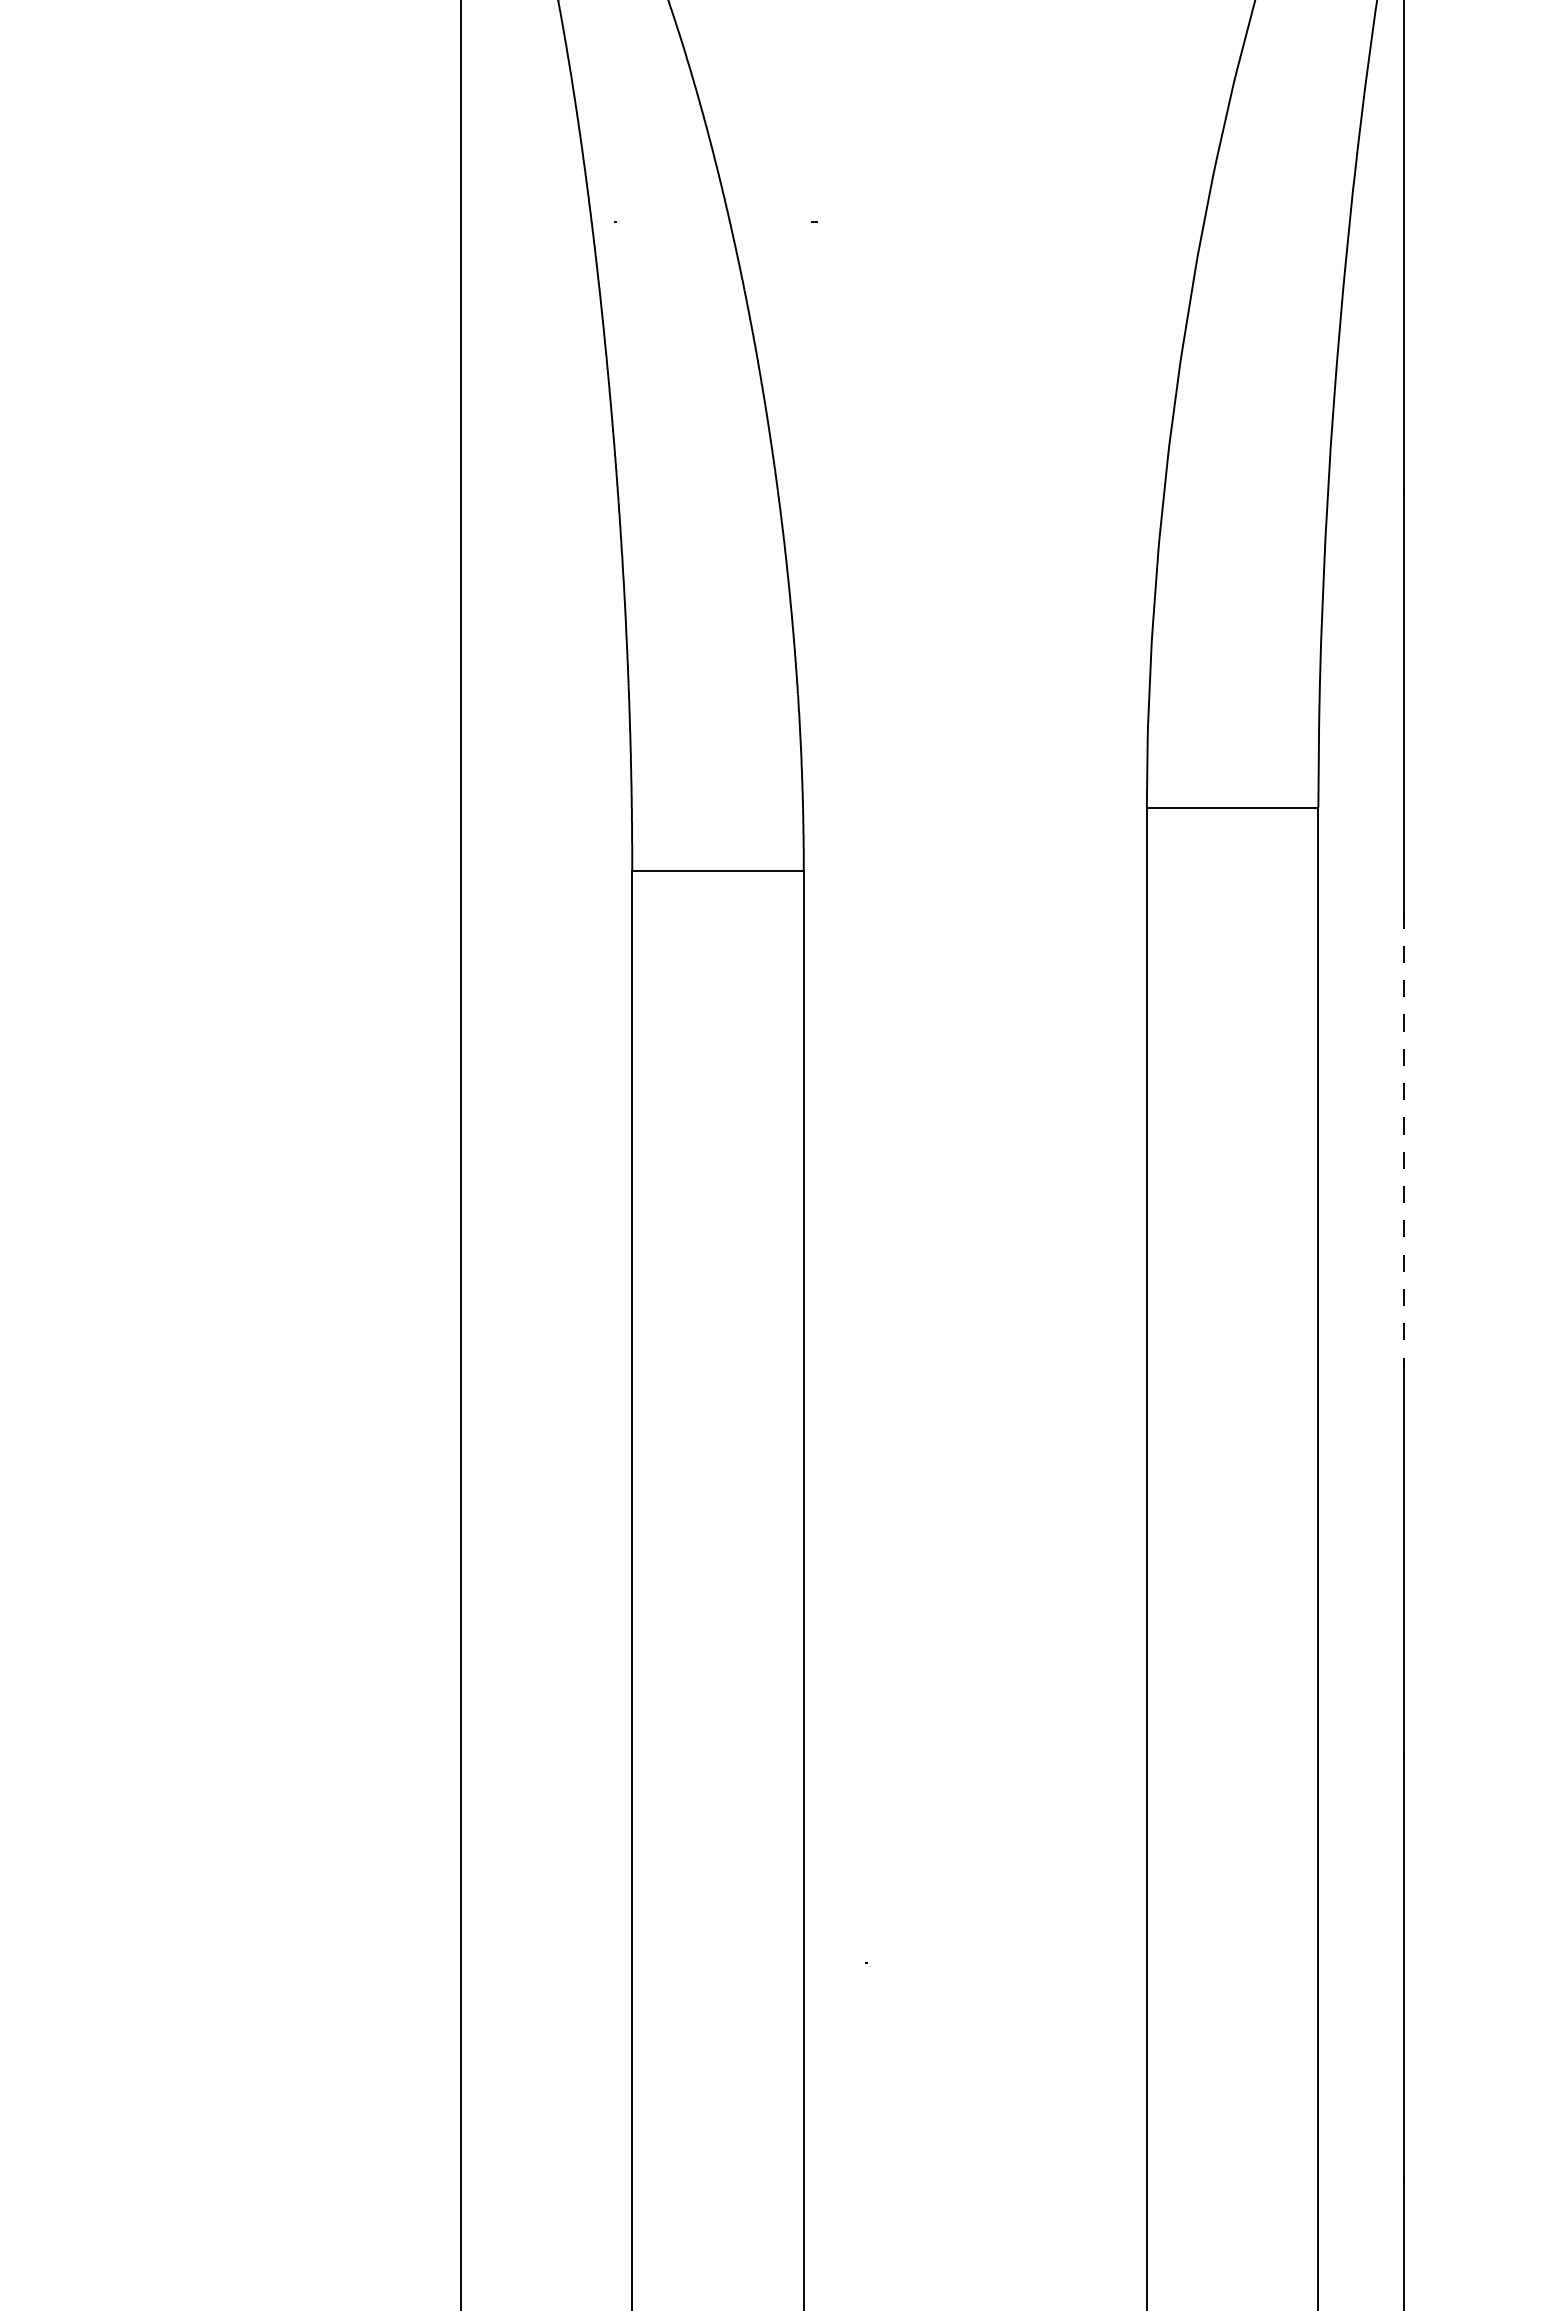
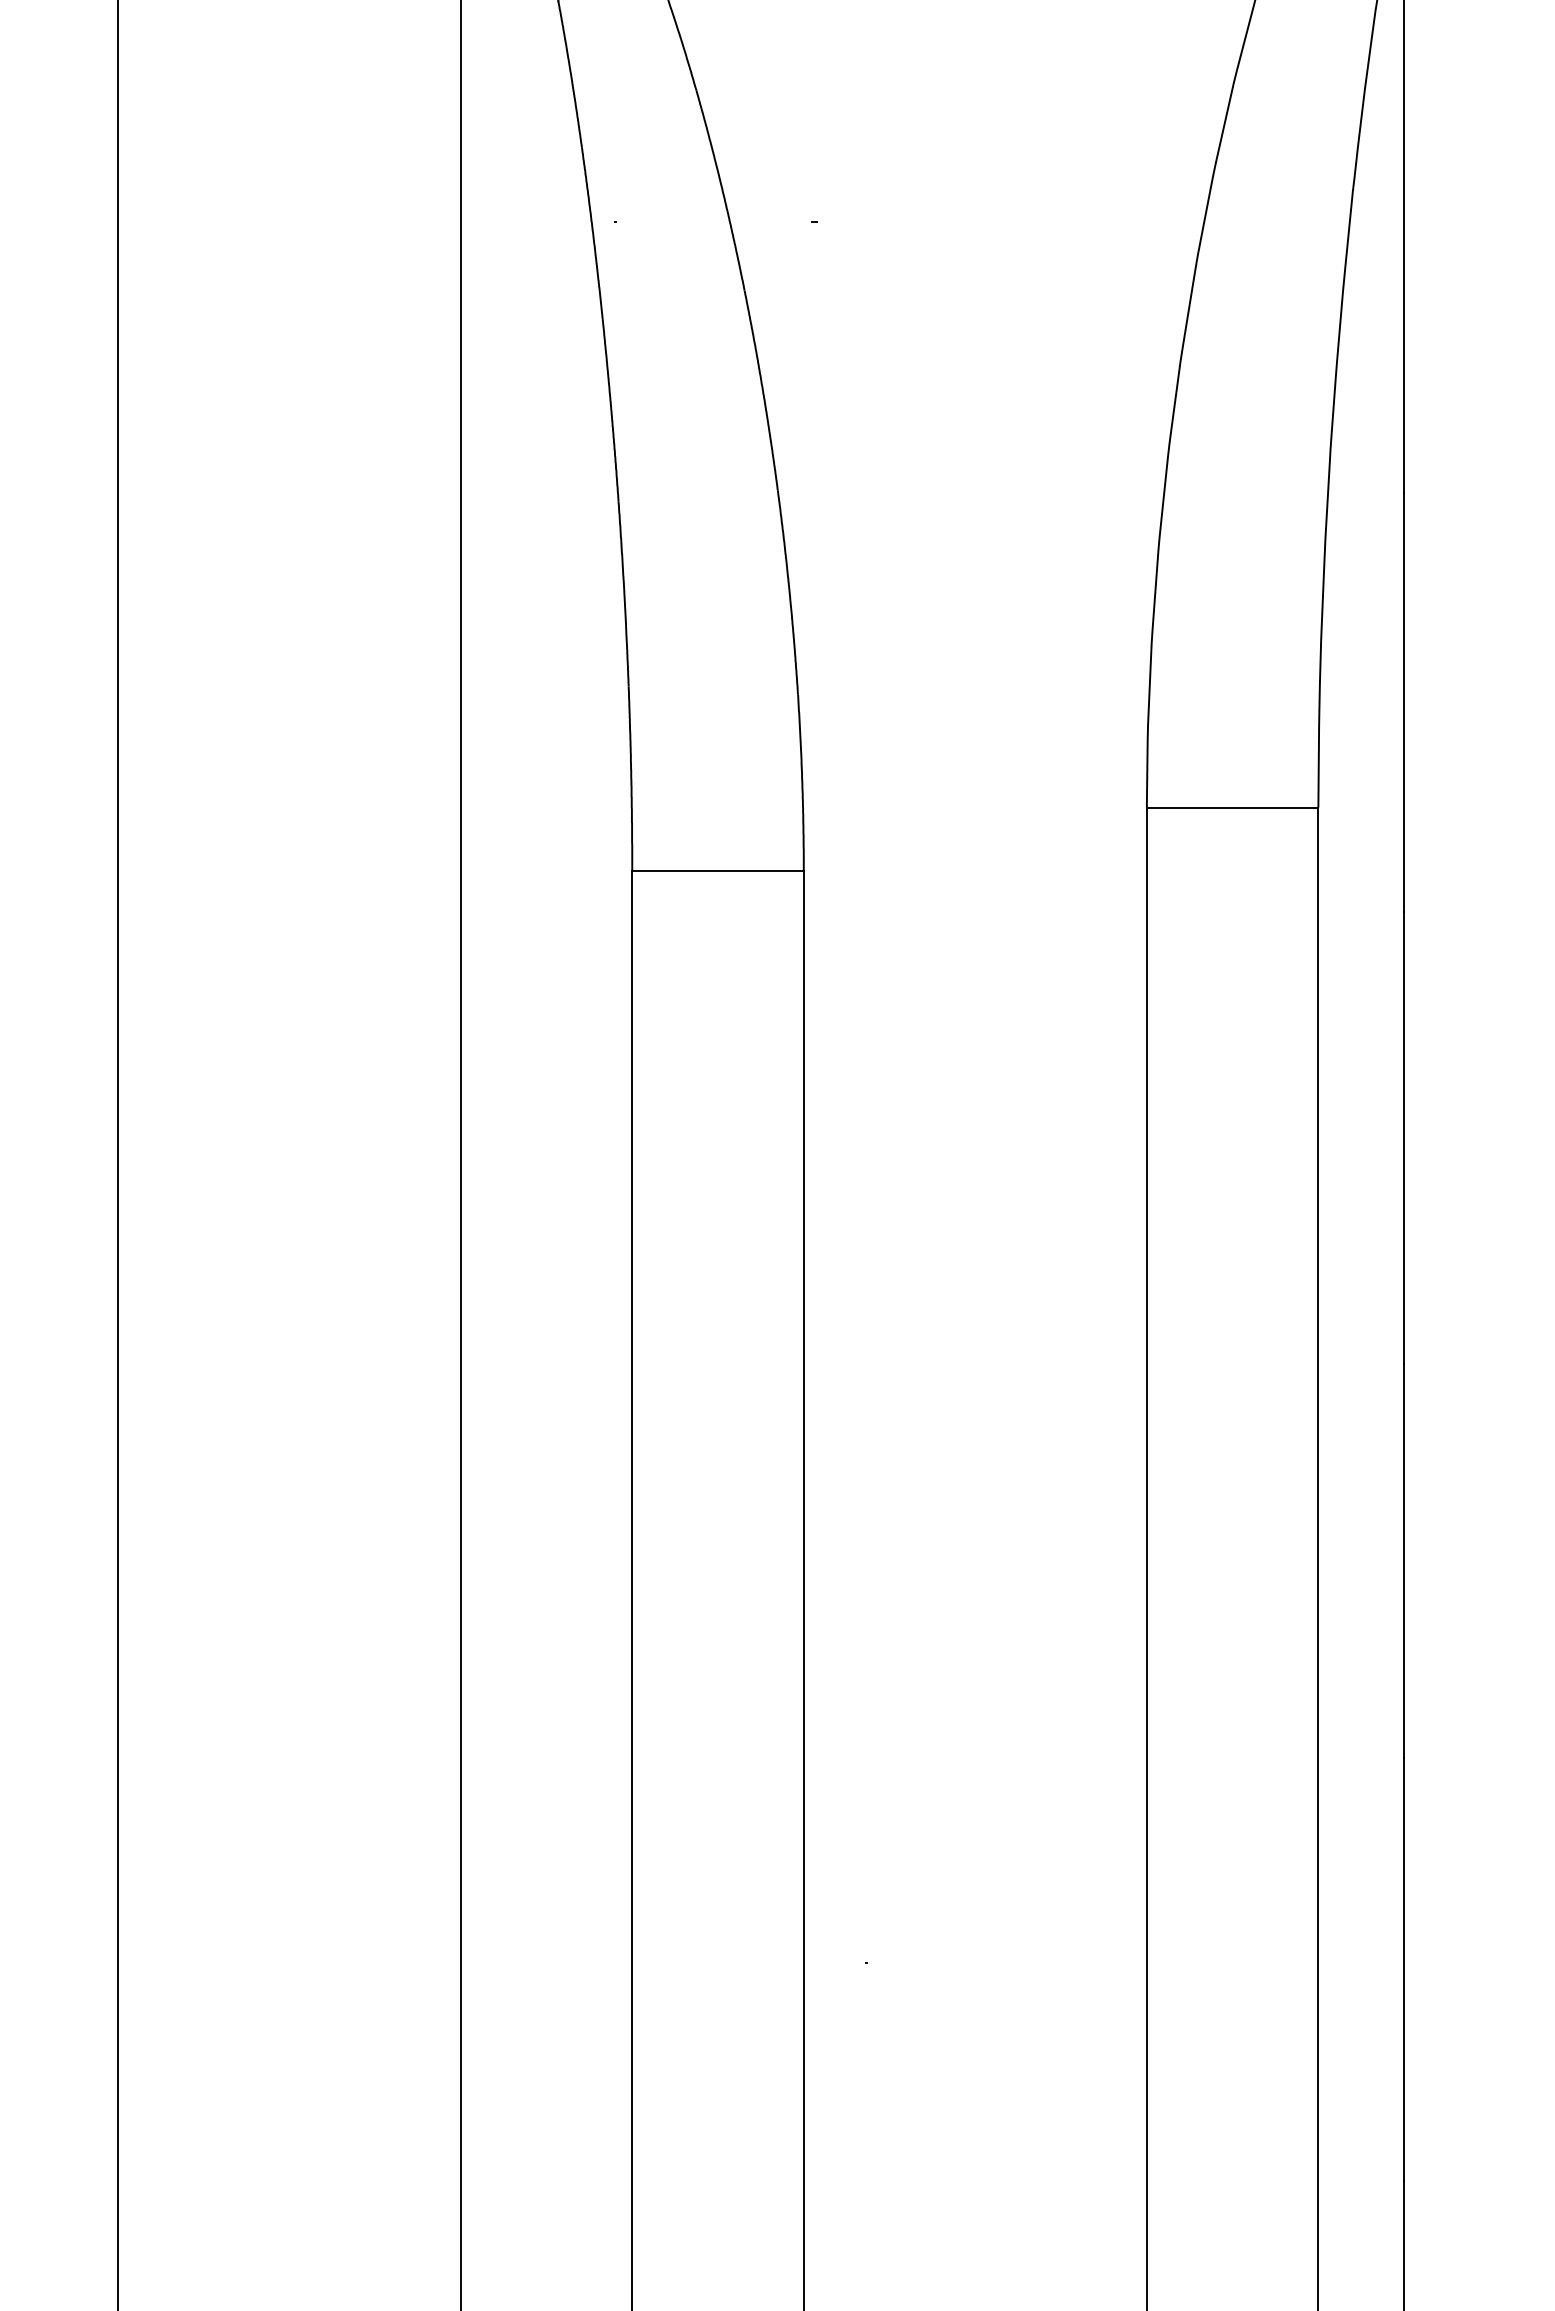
line at (1404, 1138): dashed -> solid
line at (117, 1154): none -> present
